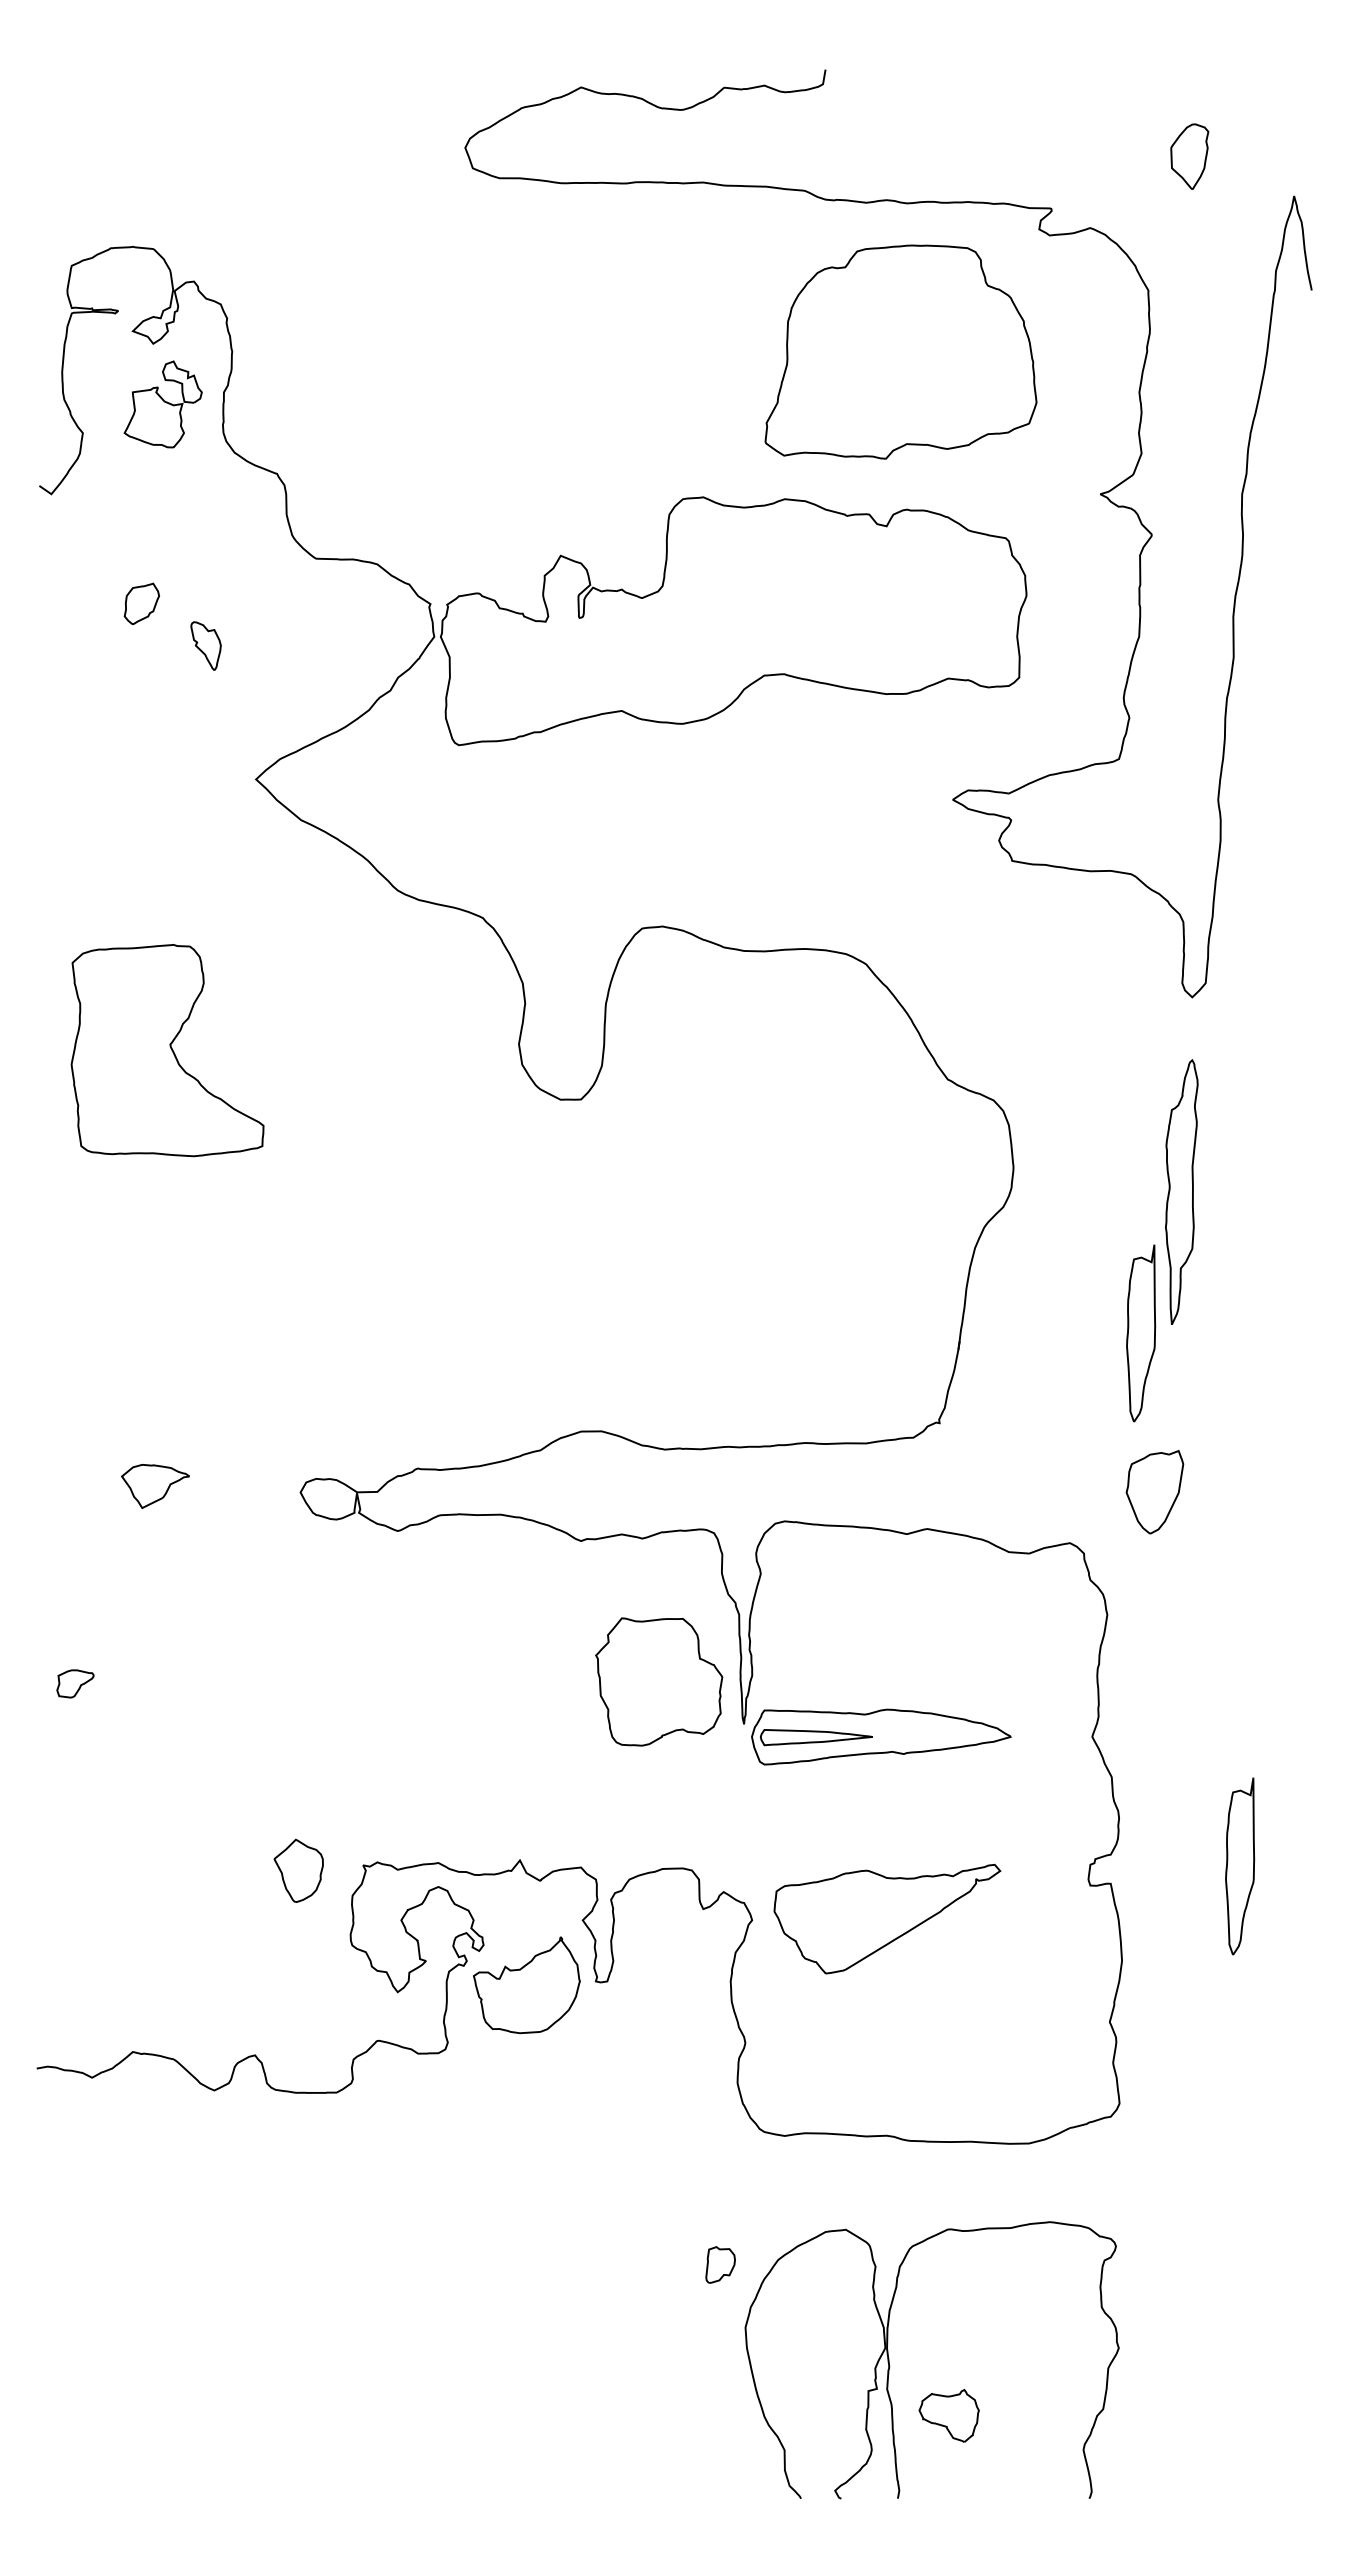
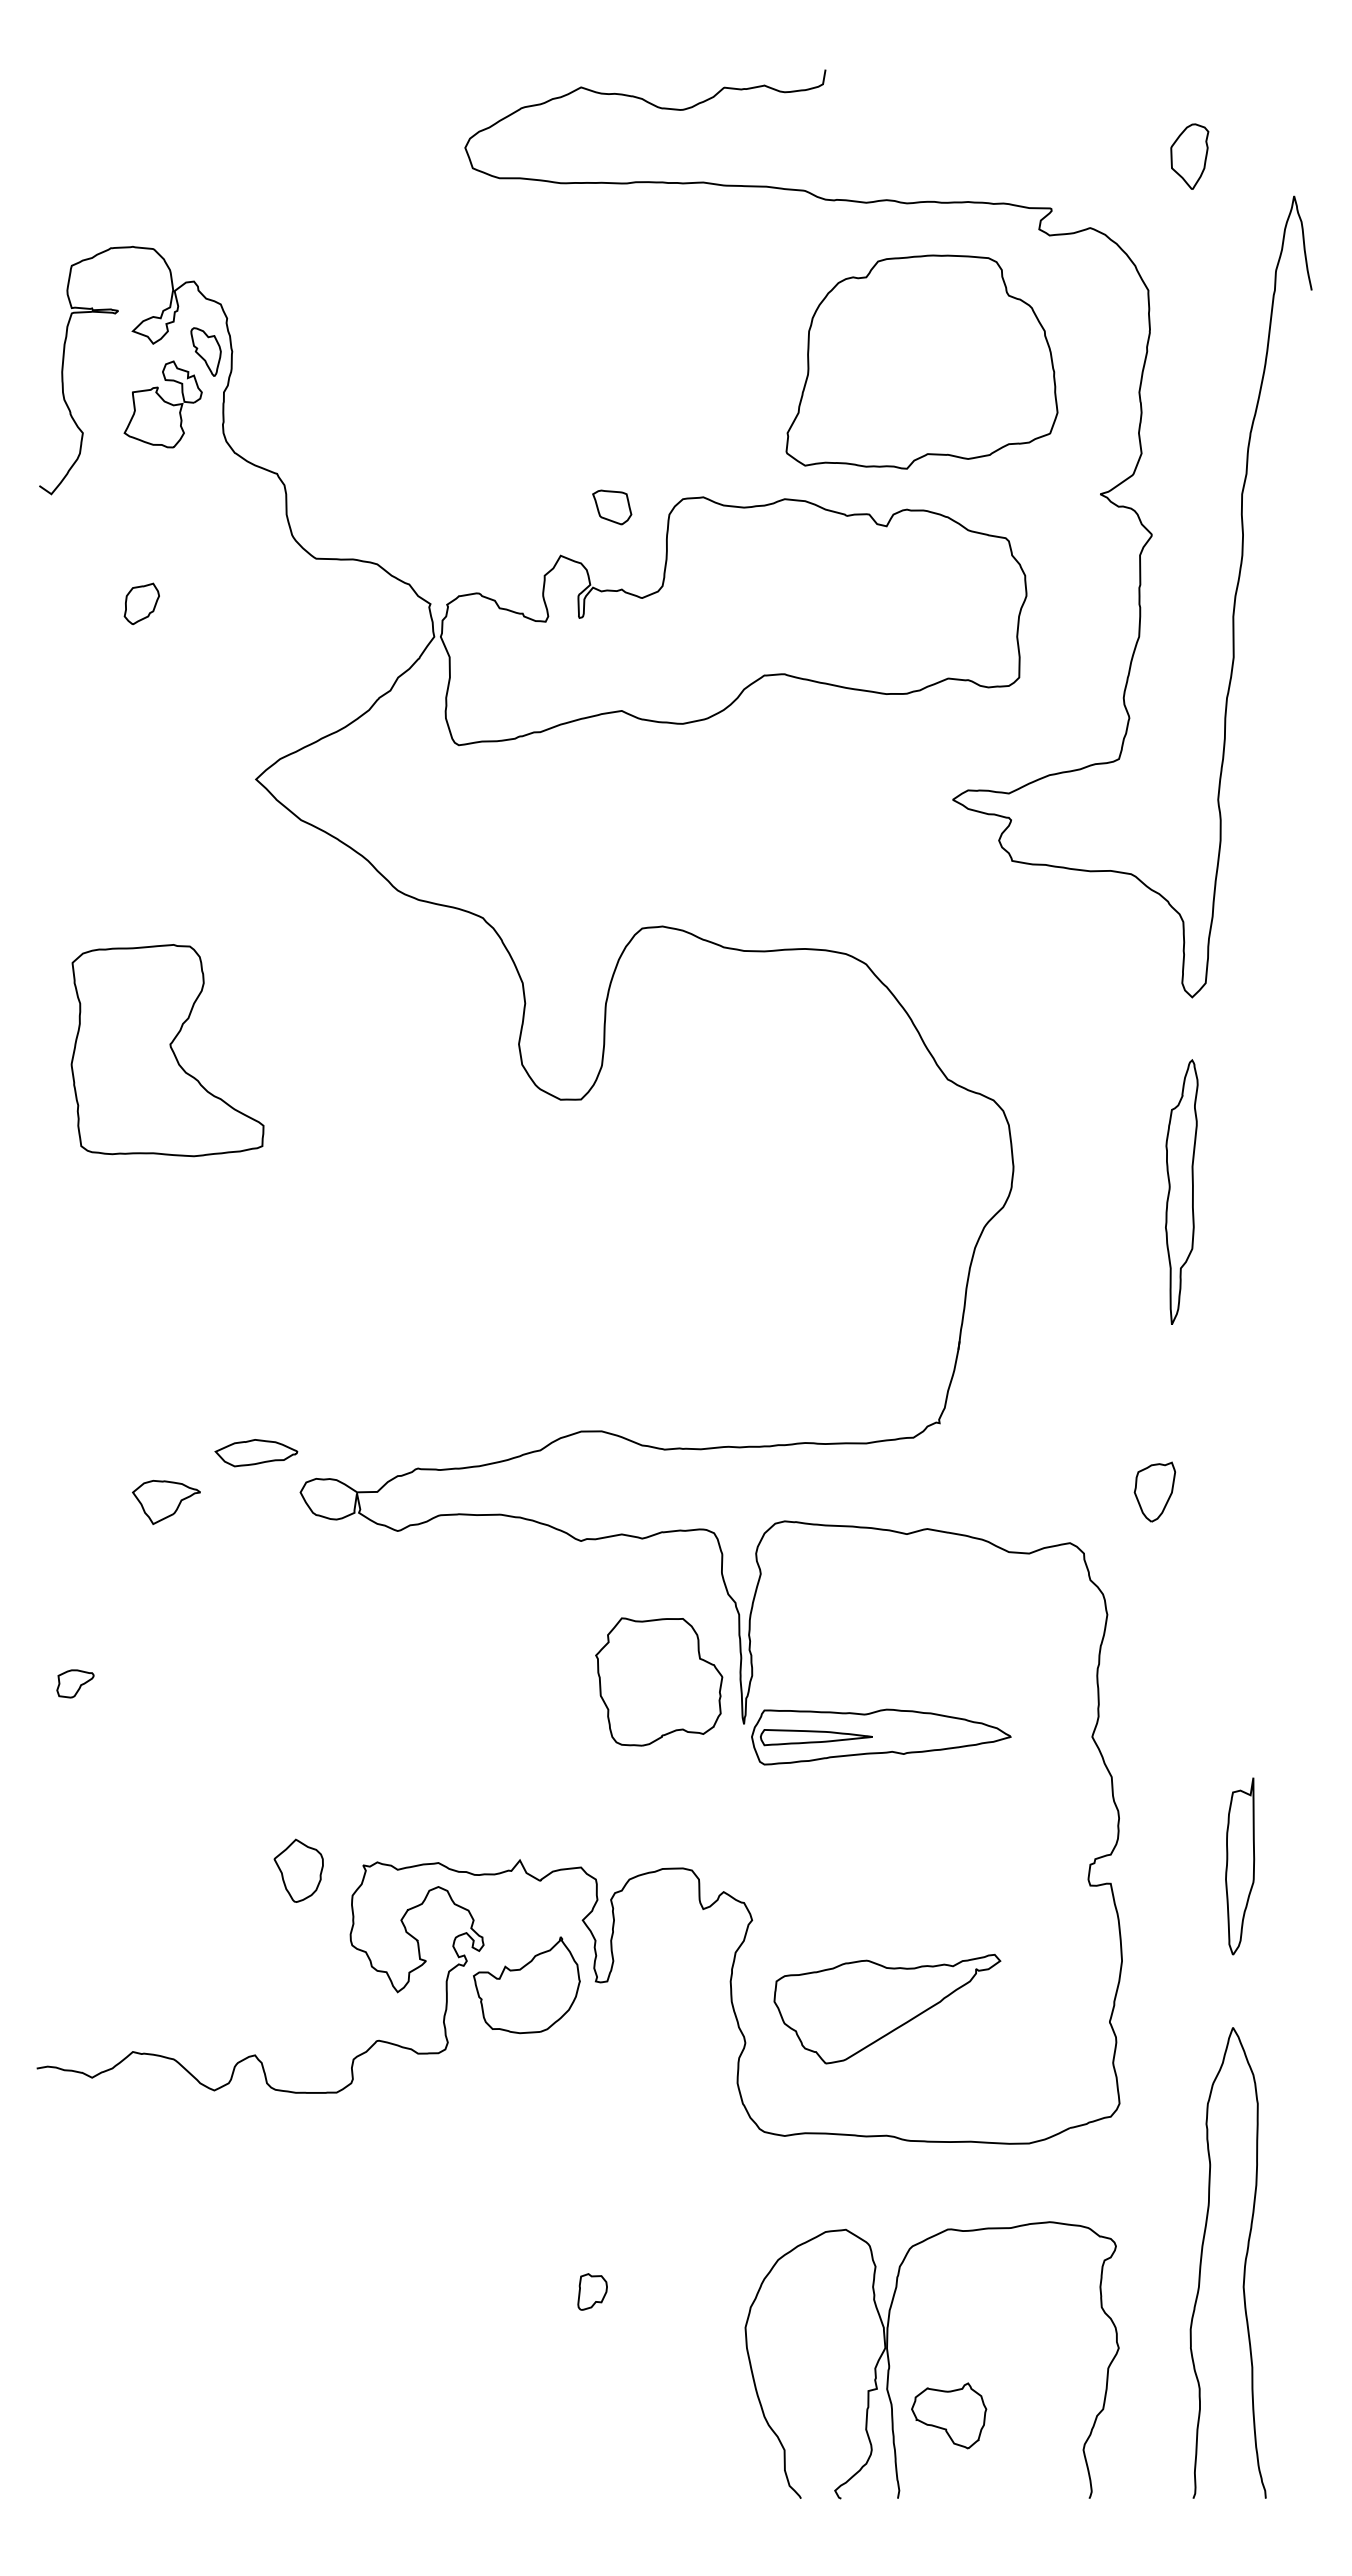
part at (900, 351) position: (900, 351) -> (921, 361)
part at (612, 507): none -> present
part at (205, 645) position: (205, 645) -> (205, 351)
part at (1141, 1333): present -> none
part at (256, 1453): none -> present
part at (155, 1486) position: (155, 1486) -> (166, 1502)
part at (1154, 1492) size: 60x85 px -> 44x62 px
part at (887, 1918) position: (887, 1918) -> (887, 2008)
curve at (1244, 2262): none -> present
part at (720, 2264) position: (720, 2264) -> (592, 2291)
part at (948, 2415) size: 62x54 px -> 77x68 px
